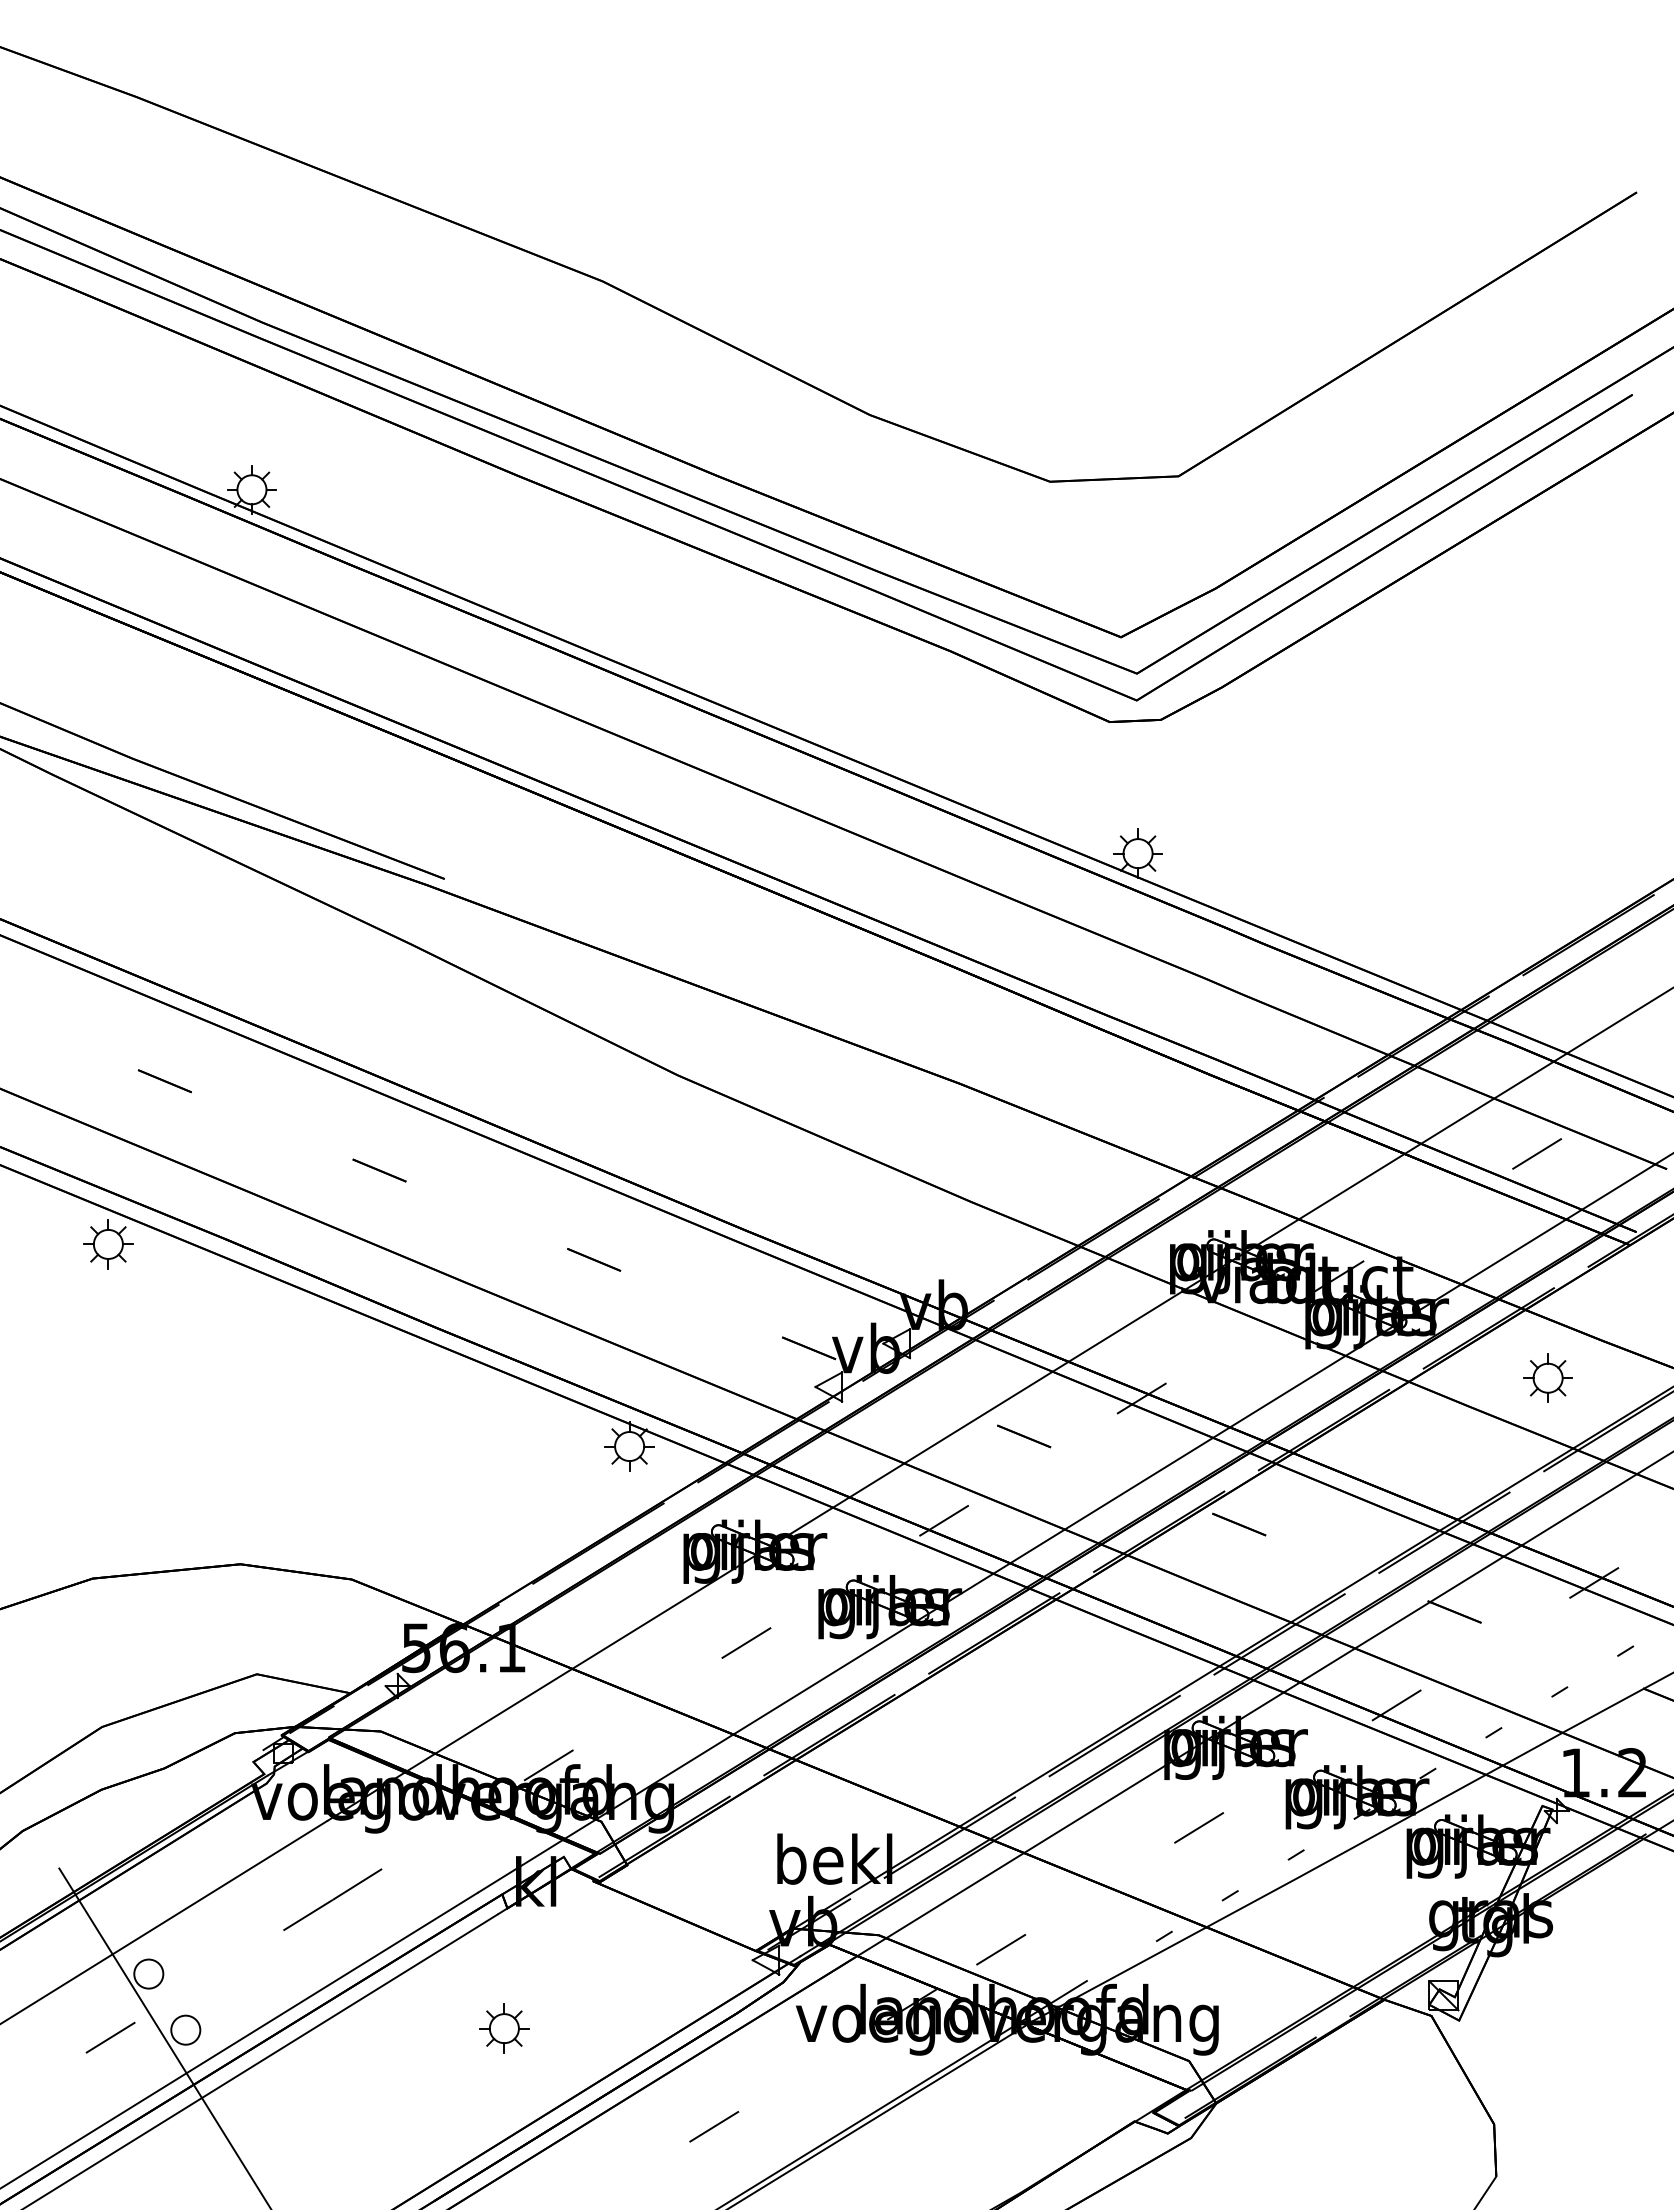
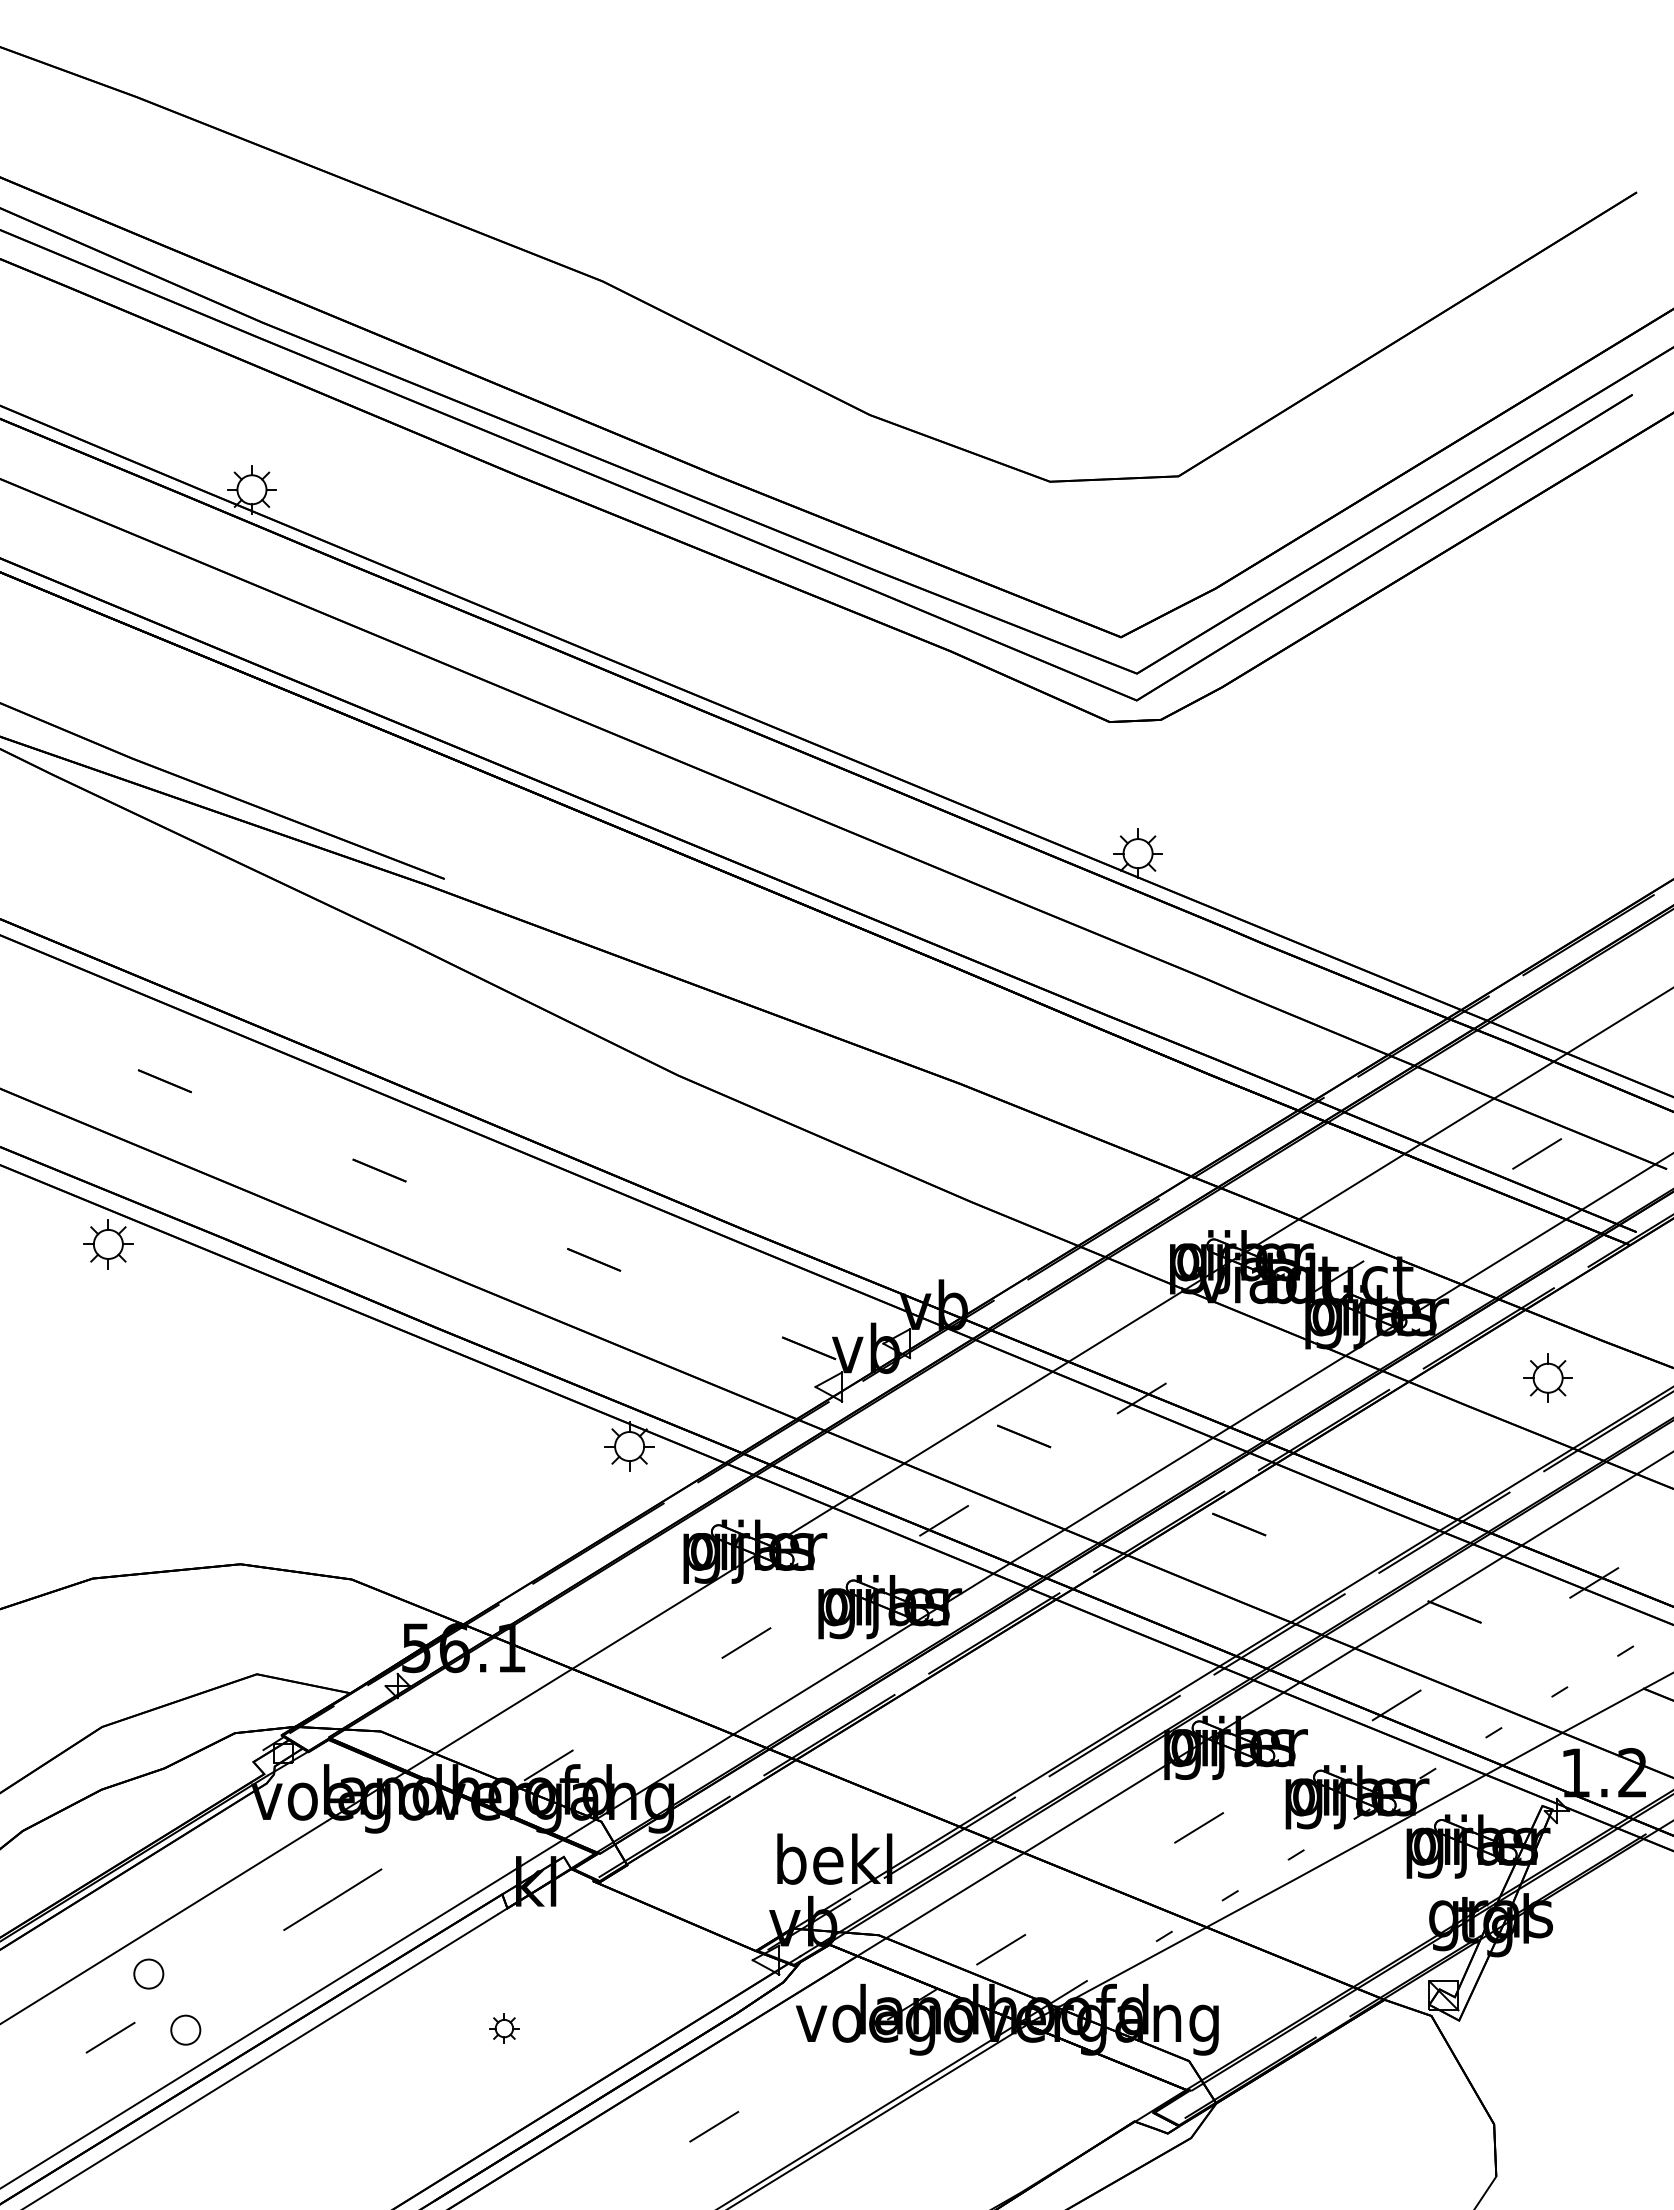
part at (504, 2028) size: 51x51 px -> 31x31 px
line at (164, 2037): present -> none
